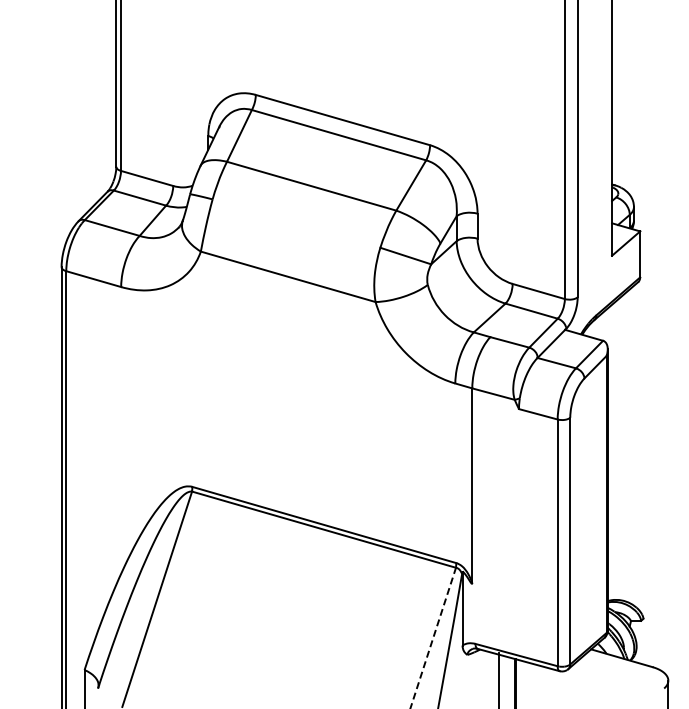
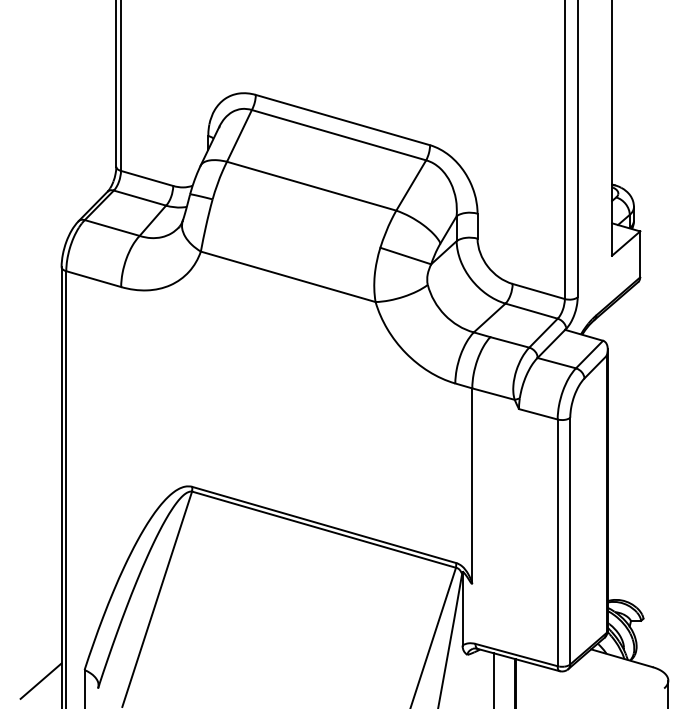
line at (433, 637): dashed -> solid
line at (499, 679) position: (499, 679) -> (494, 679)
line at (40, 680): none -> present
